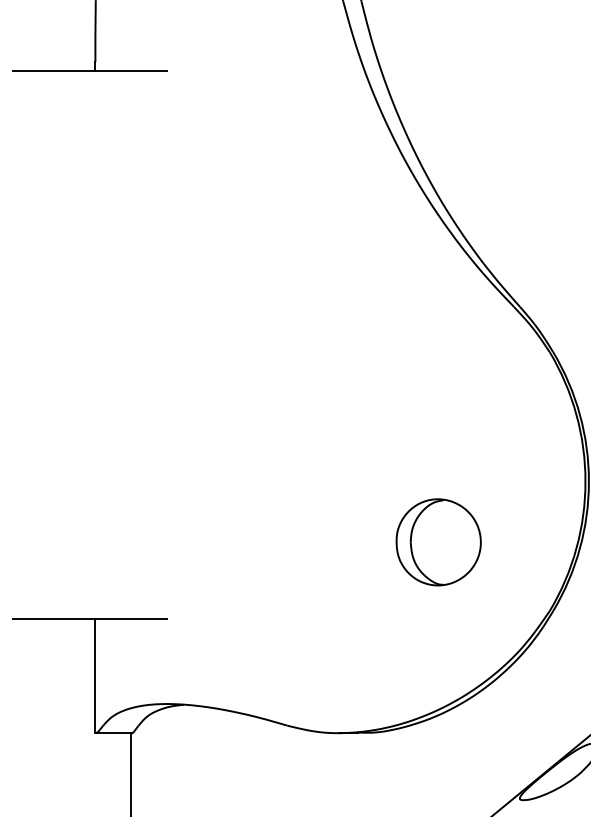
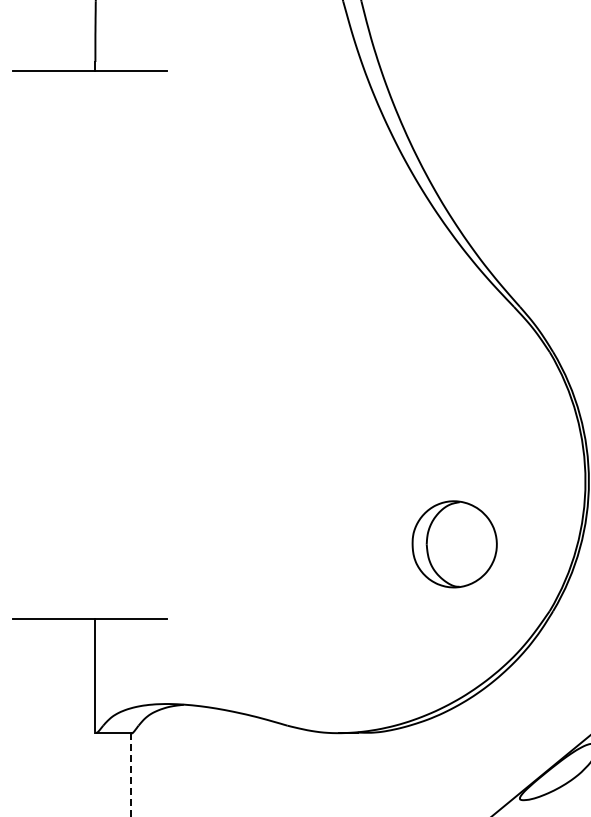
part at (438, 542) position: (438, 542) -> (454, 544)
line at (131, 774): solid -> dashed
